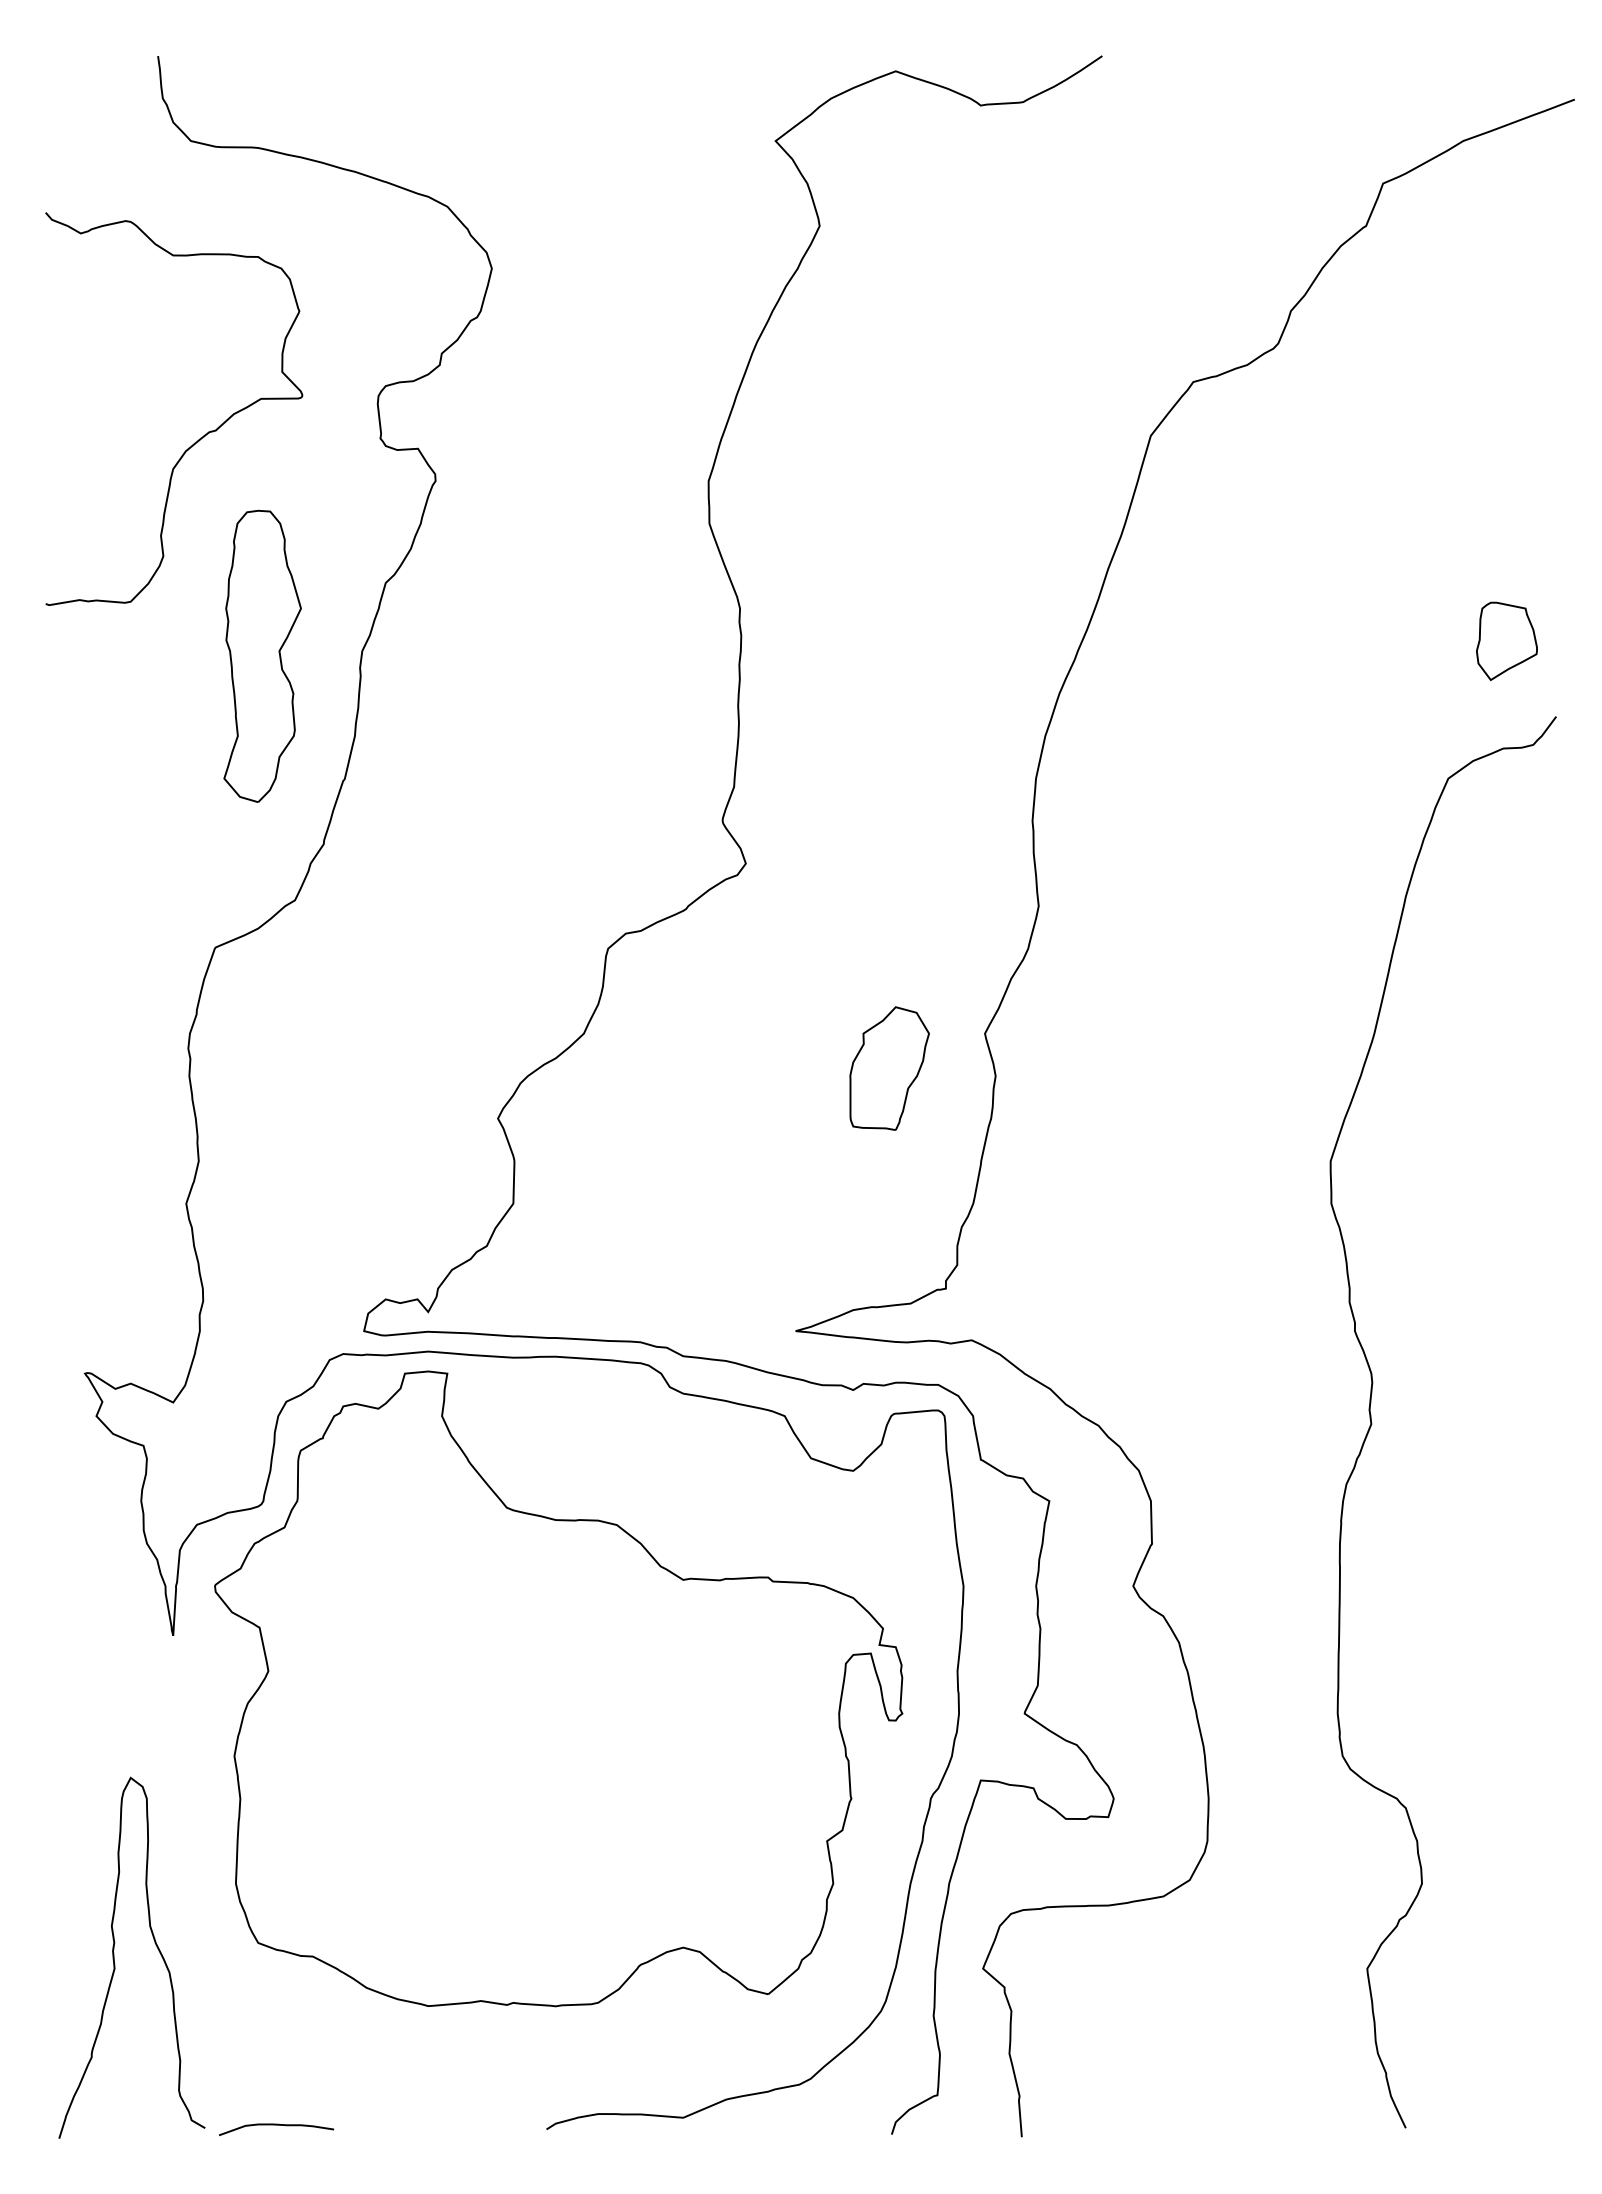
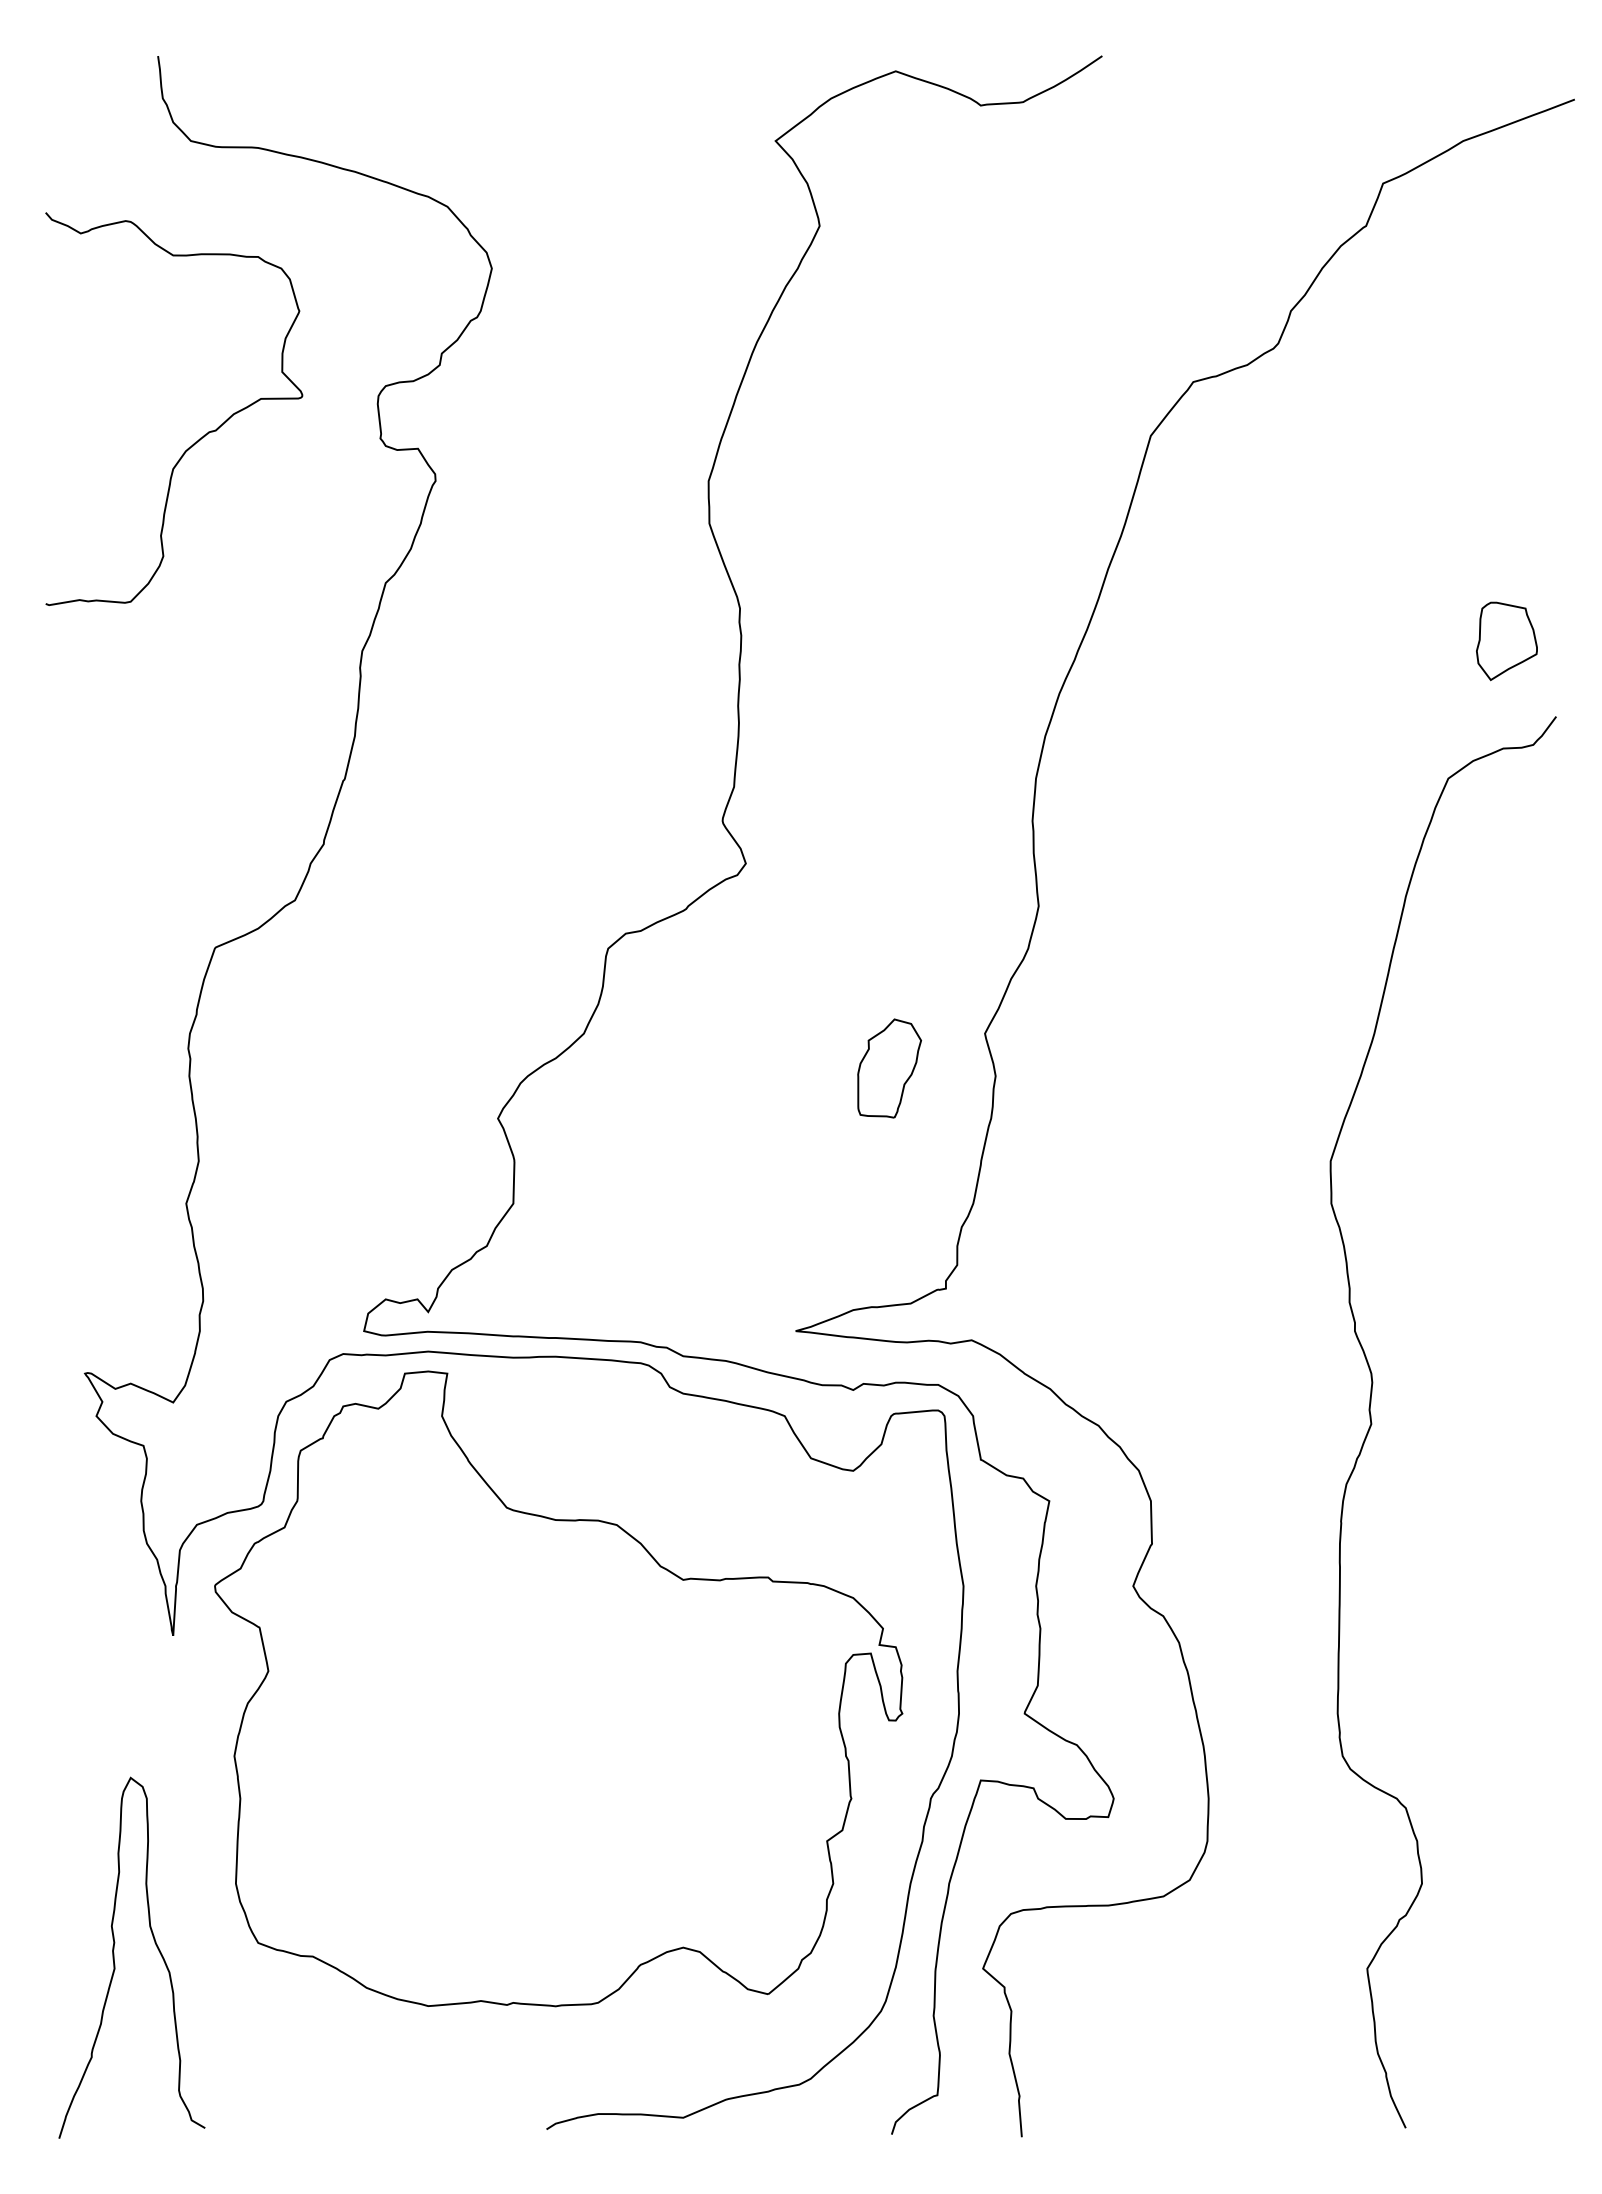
part at (262, 655): present -> none
part at (889, 1068) size: 81x125 px -> 65x101 px
curve at (276, 2125): present -> none
